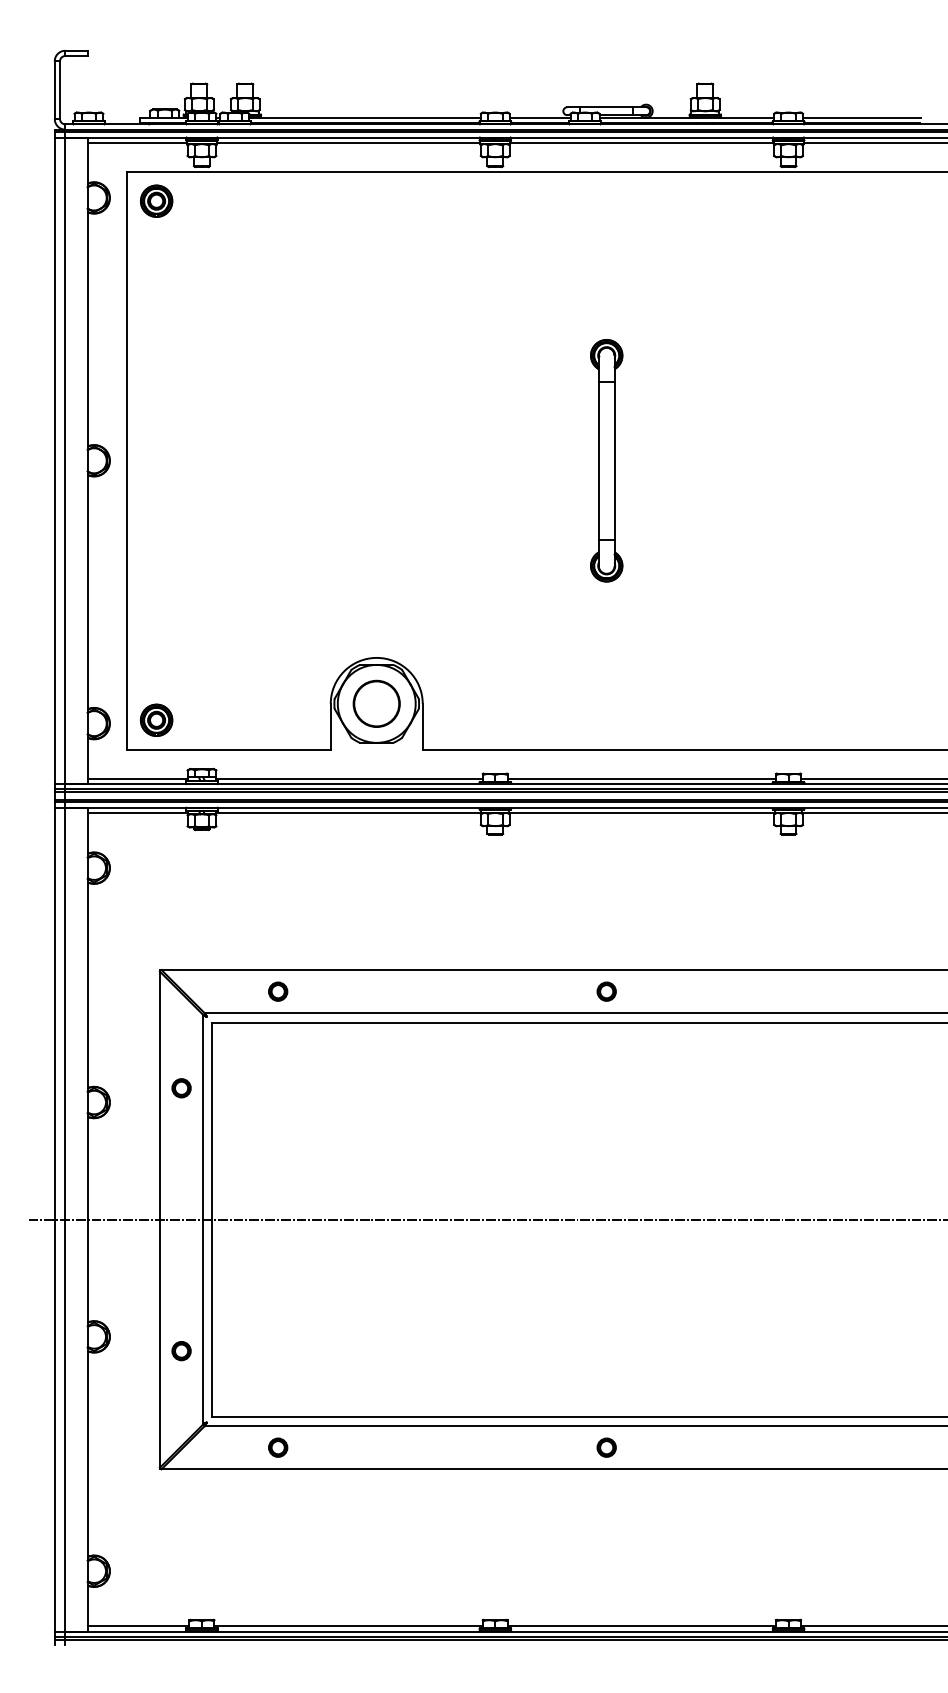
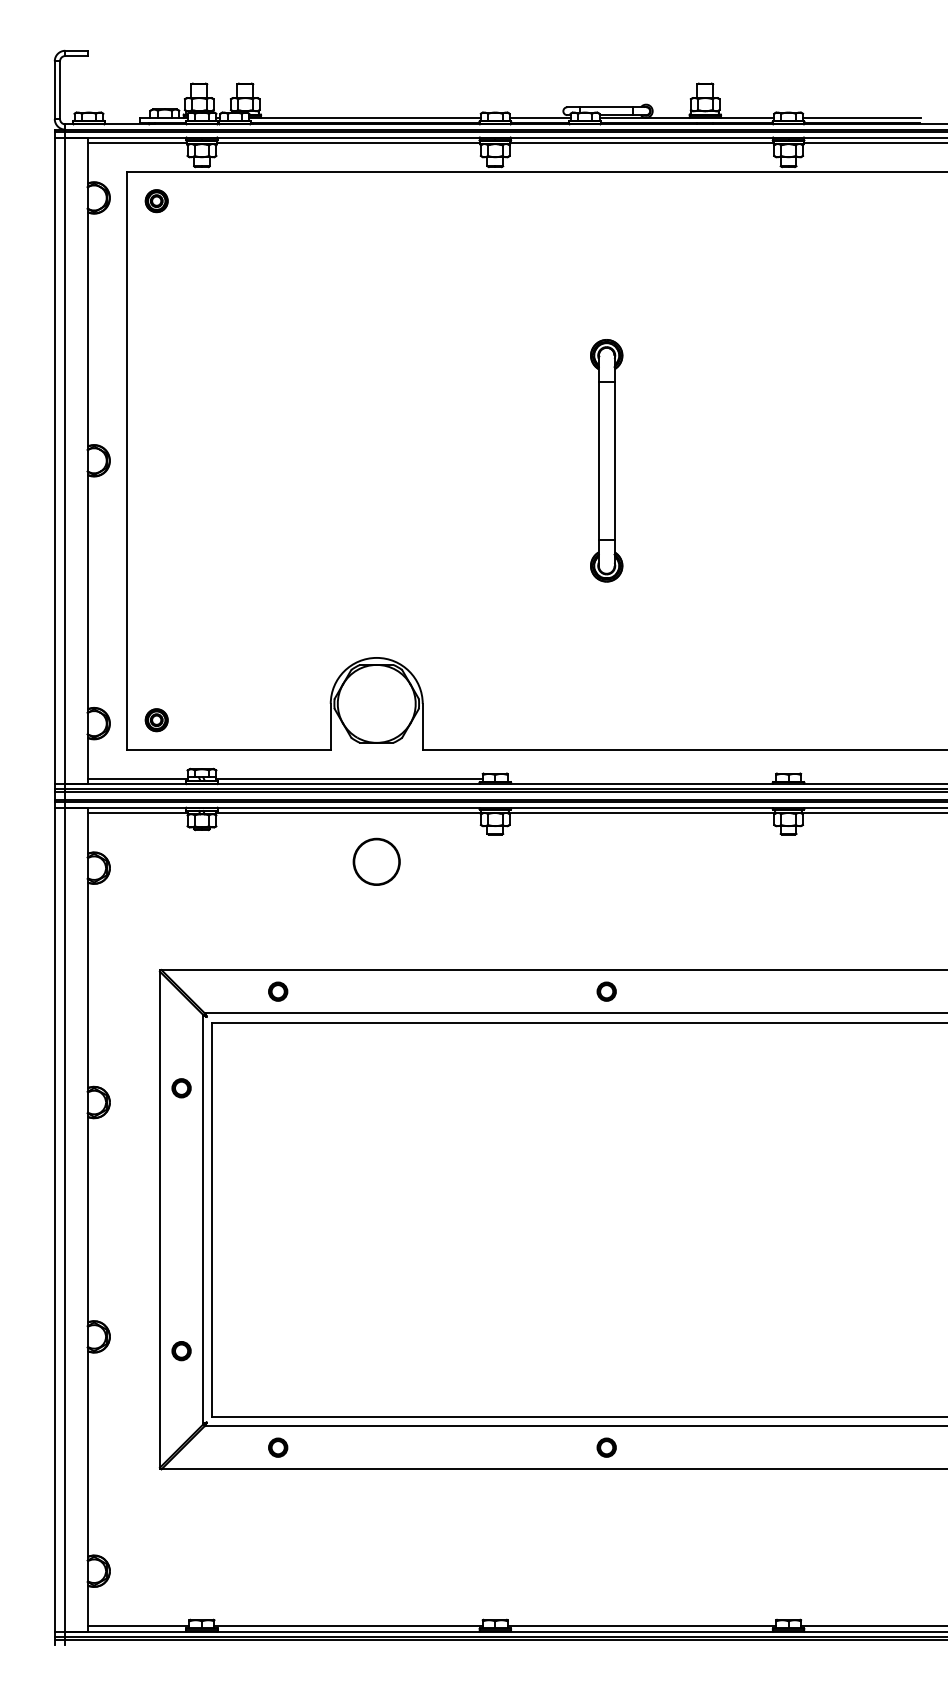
part at (156, 200) size: 34x34 px -> 25x25 px
circle at (376, 703) position: (376, 703) -> (376, 861)
part at (156, 719) size: 34x34 px -> 25x25 px
line at (641, 778): present -> none
line at (872, 778): present -> none
line at (486, 1219): present -> none
